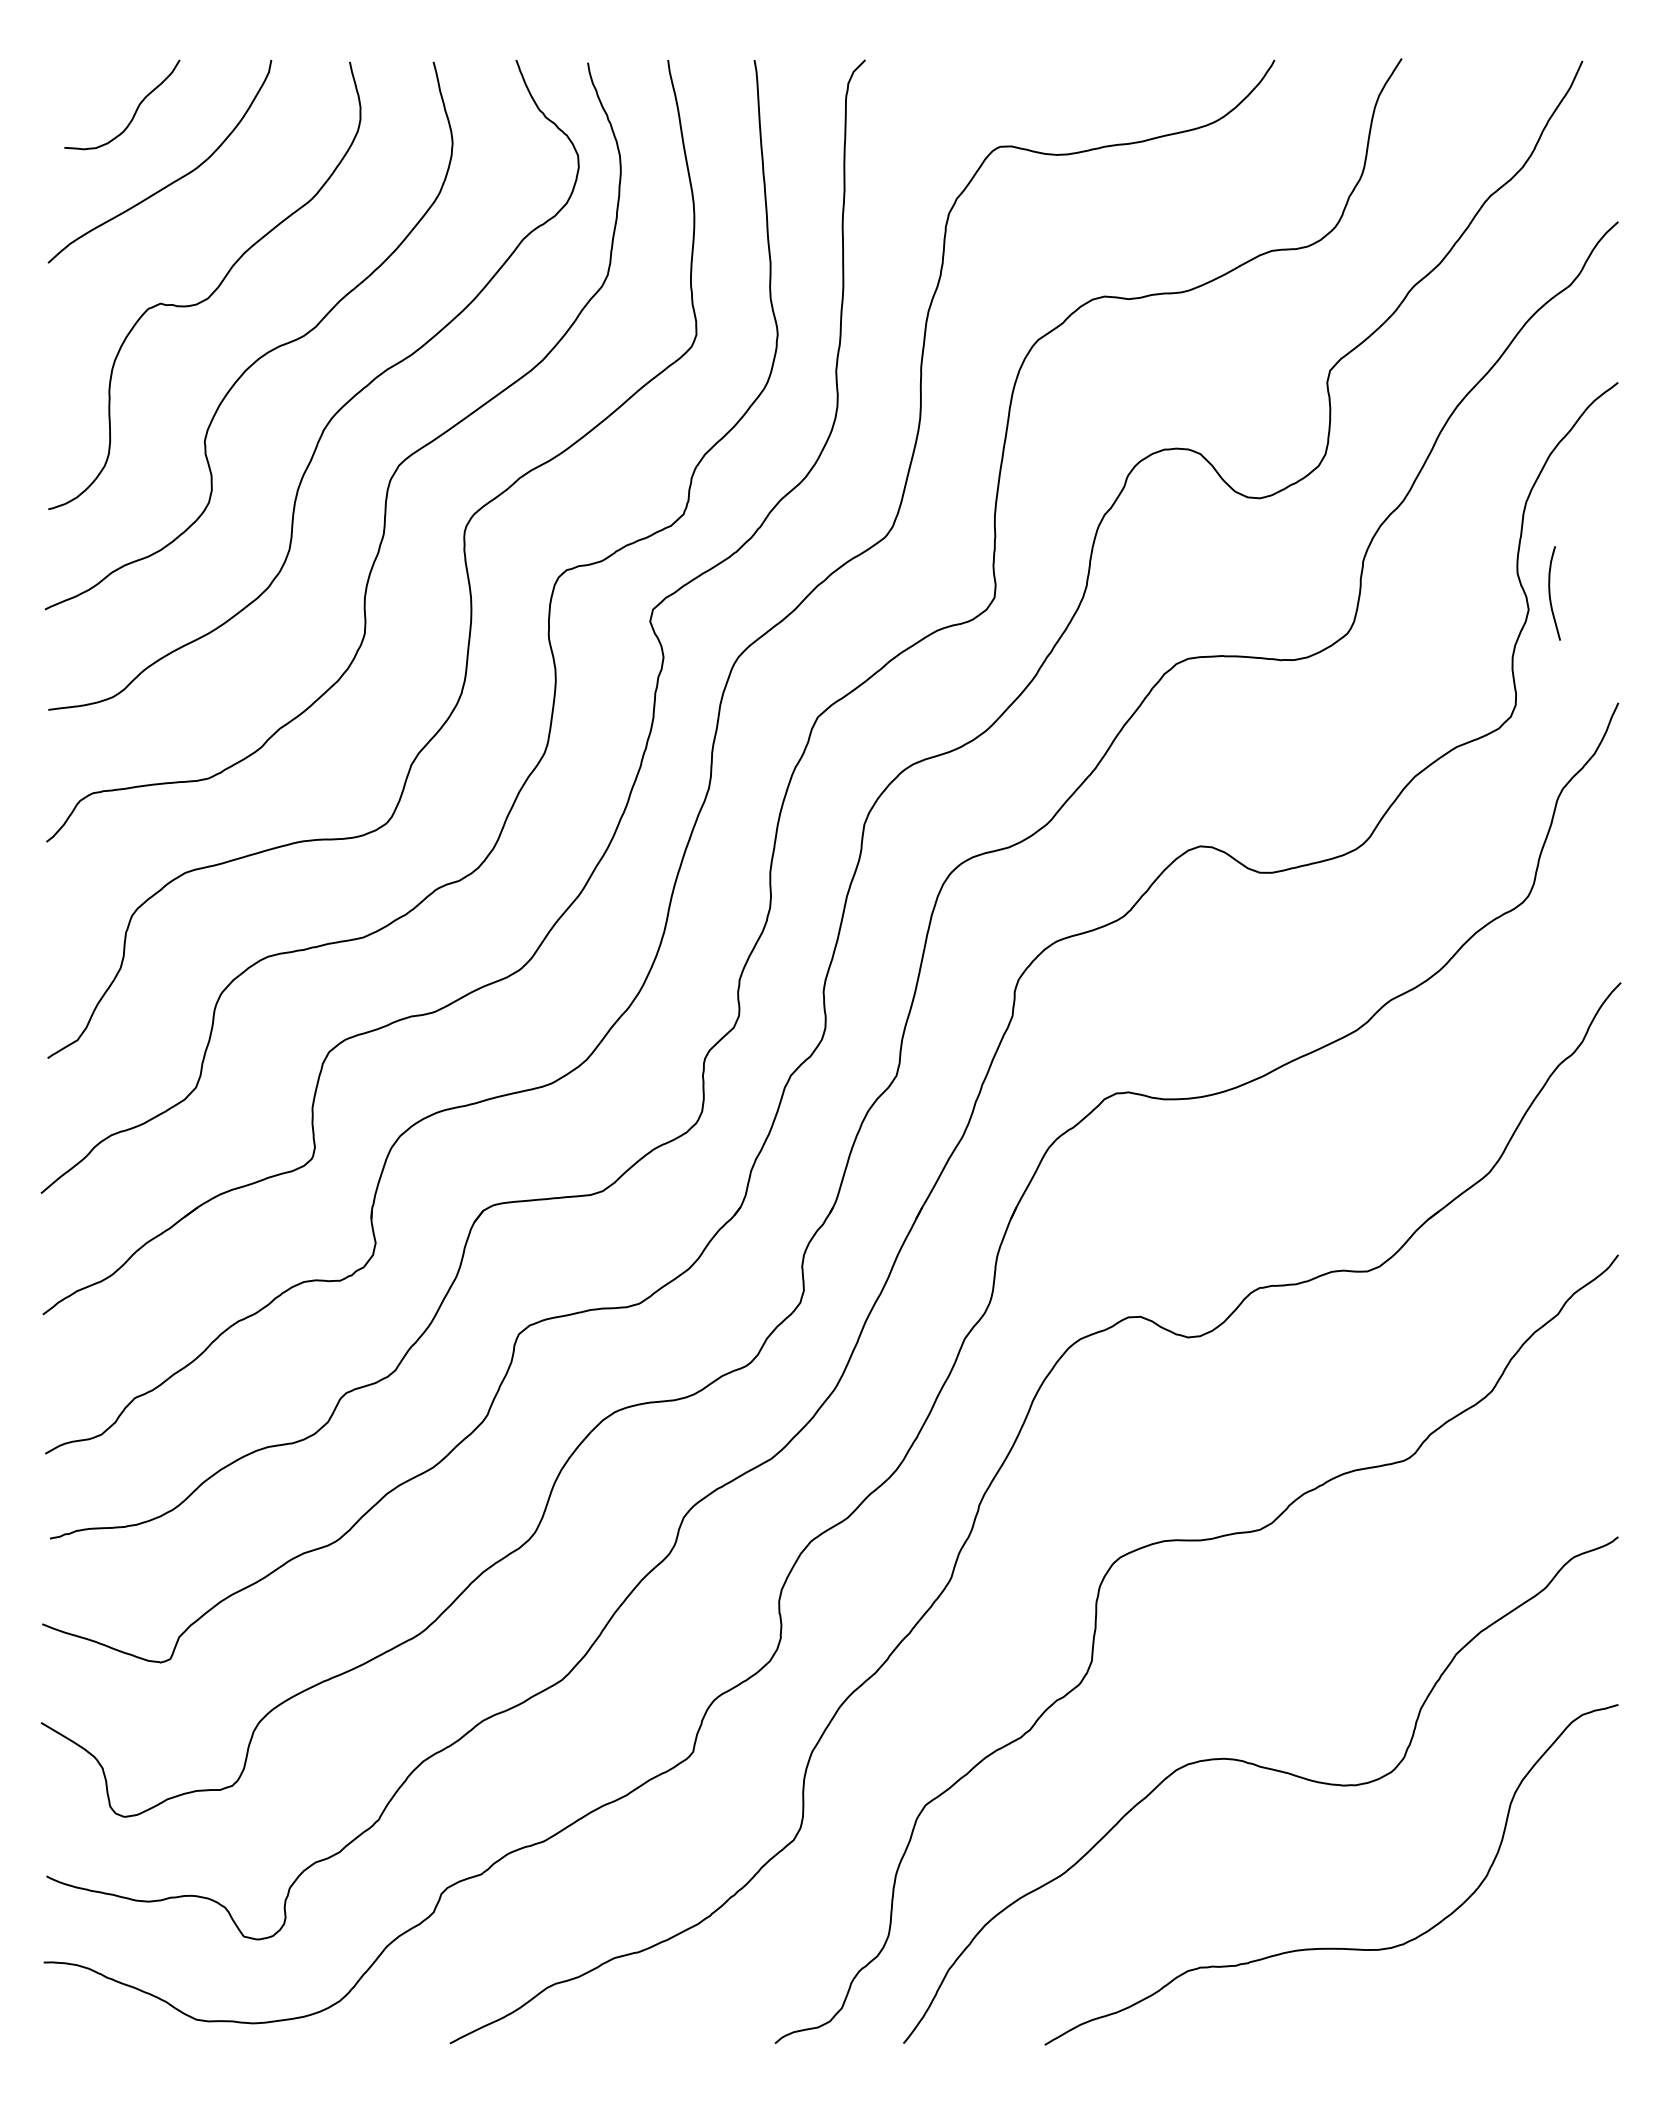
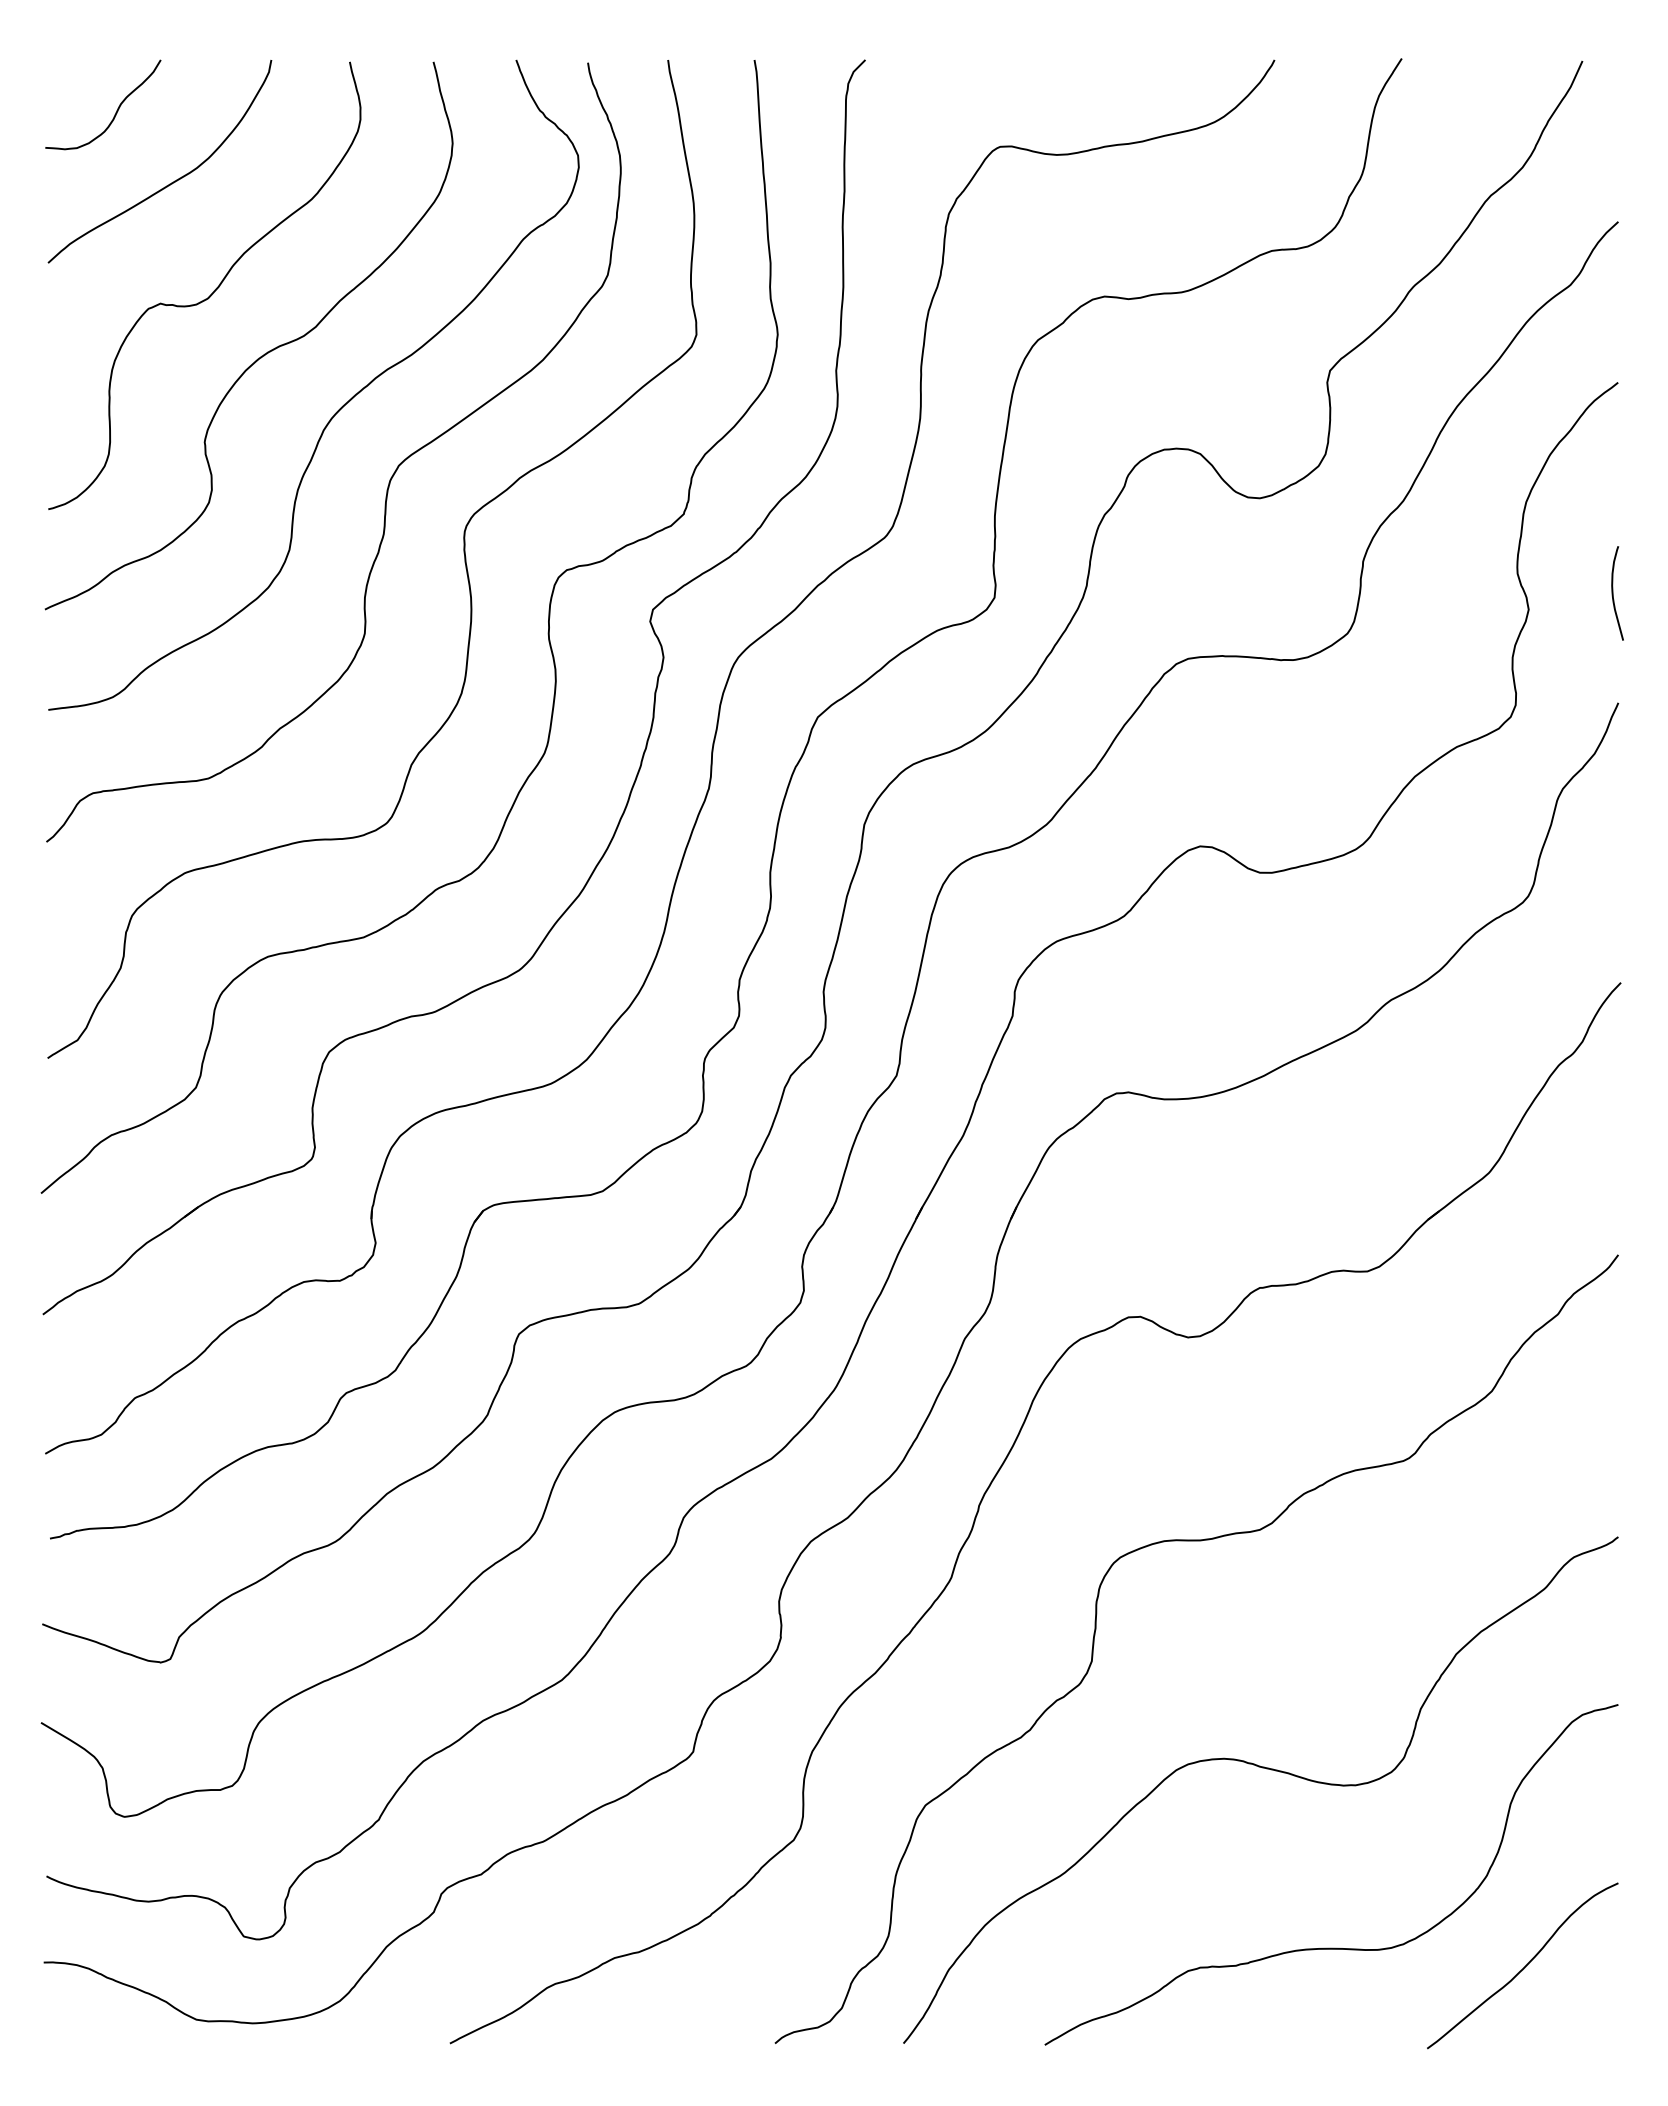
curve at (135, 110) position: (135, 110) -> (116, 110)
curve at (1550, 593) position: (1550, 593) -> (1613, 593)
curve at (1524, 1966): none -> present
